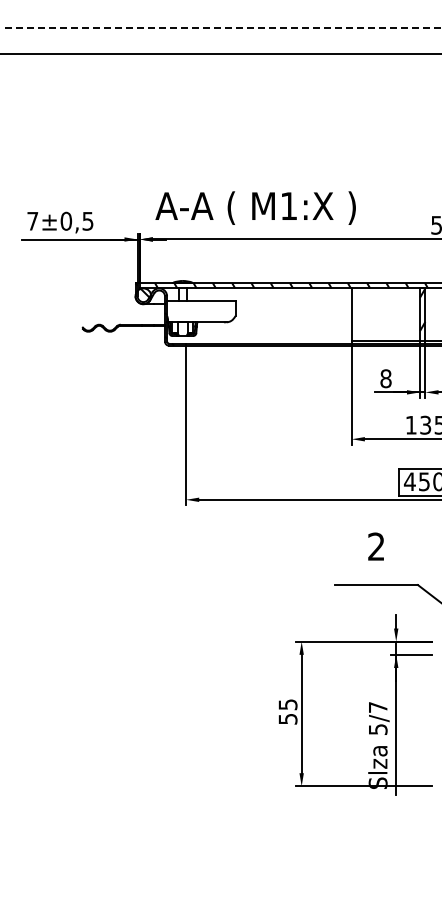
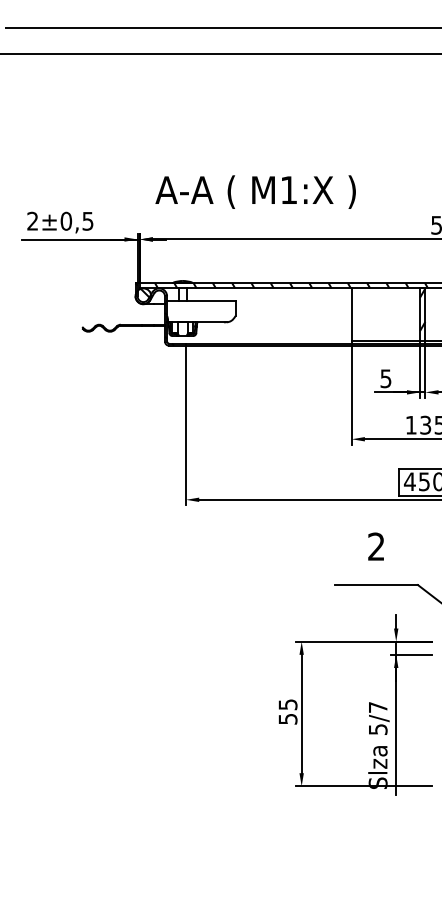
line at (223, 27): dashed -> solid
text at (255, 207) position: (255, 207) -> (255, 191)
text at (32, 220): 7 -> 2
text at (385, 378): 8 -> 5
